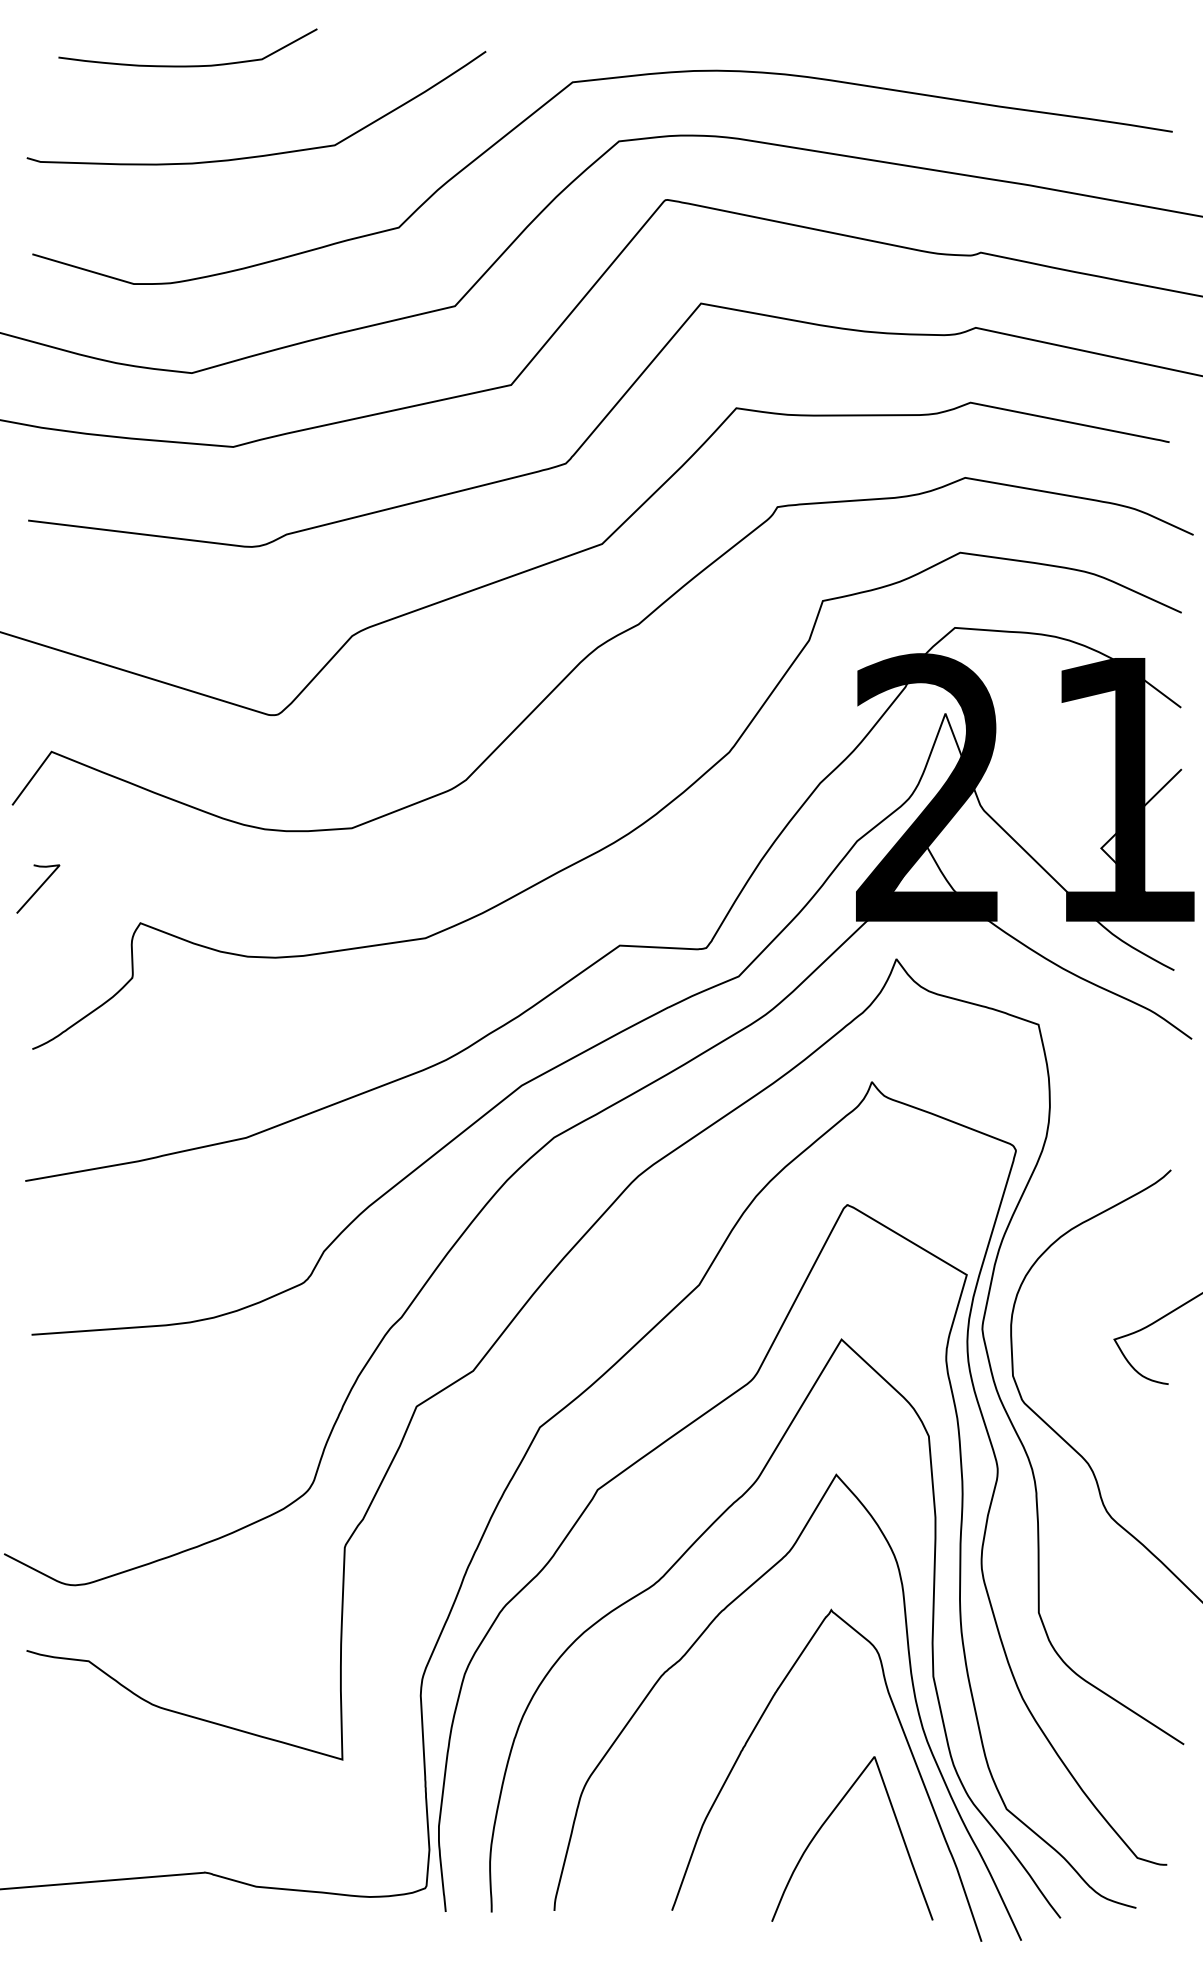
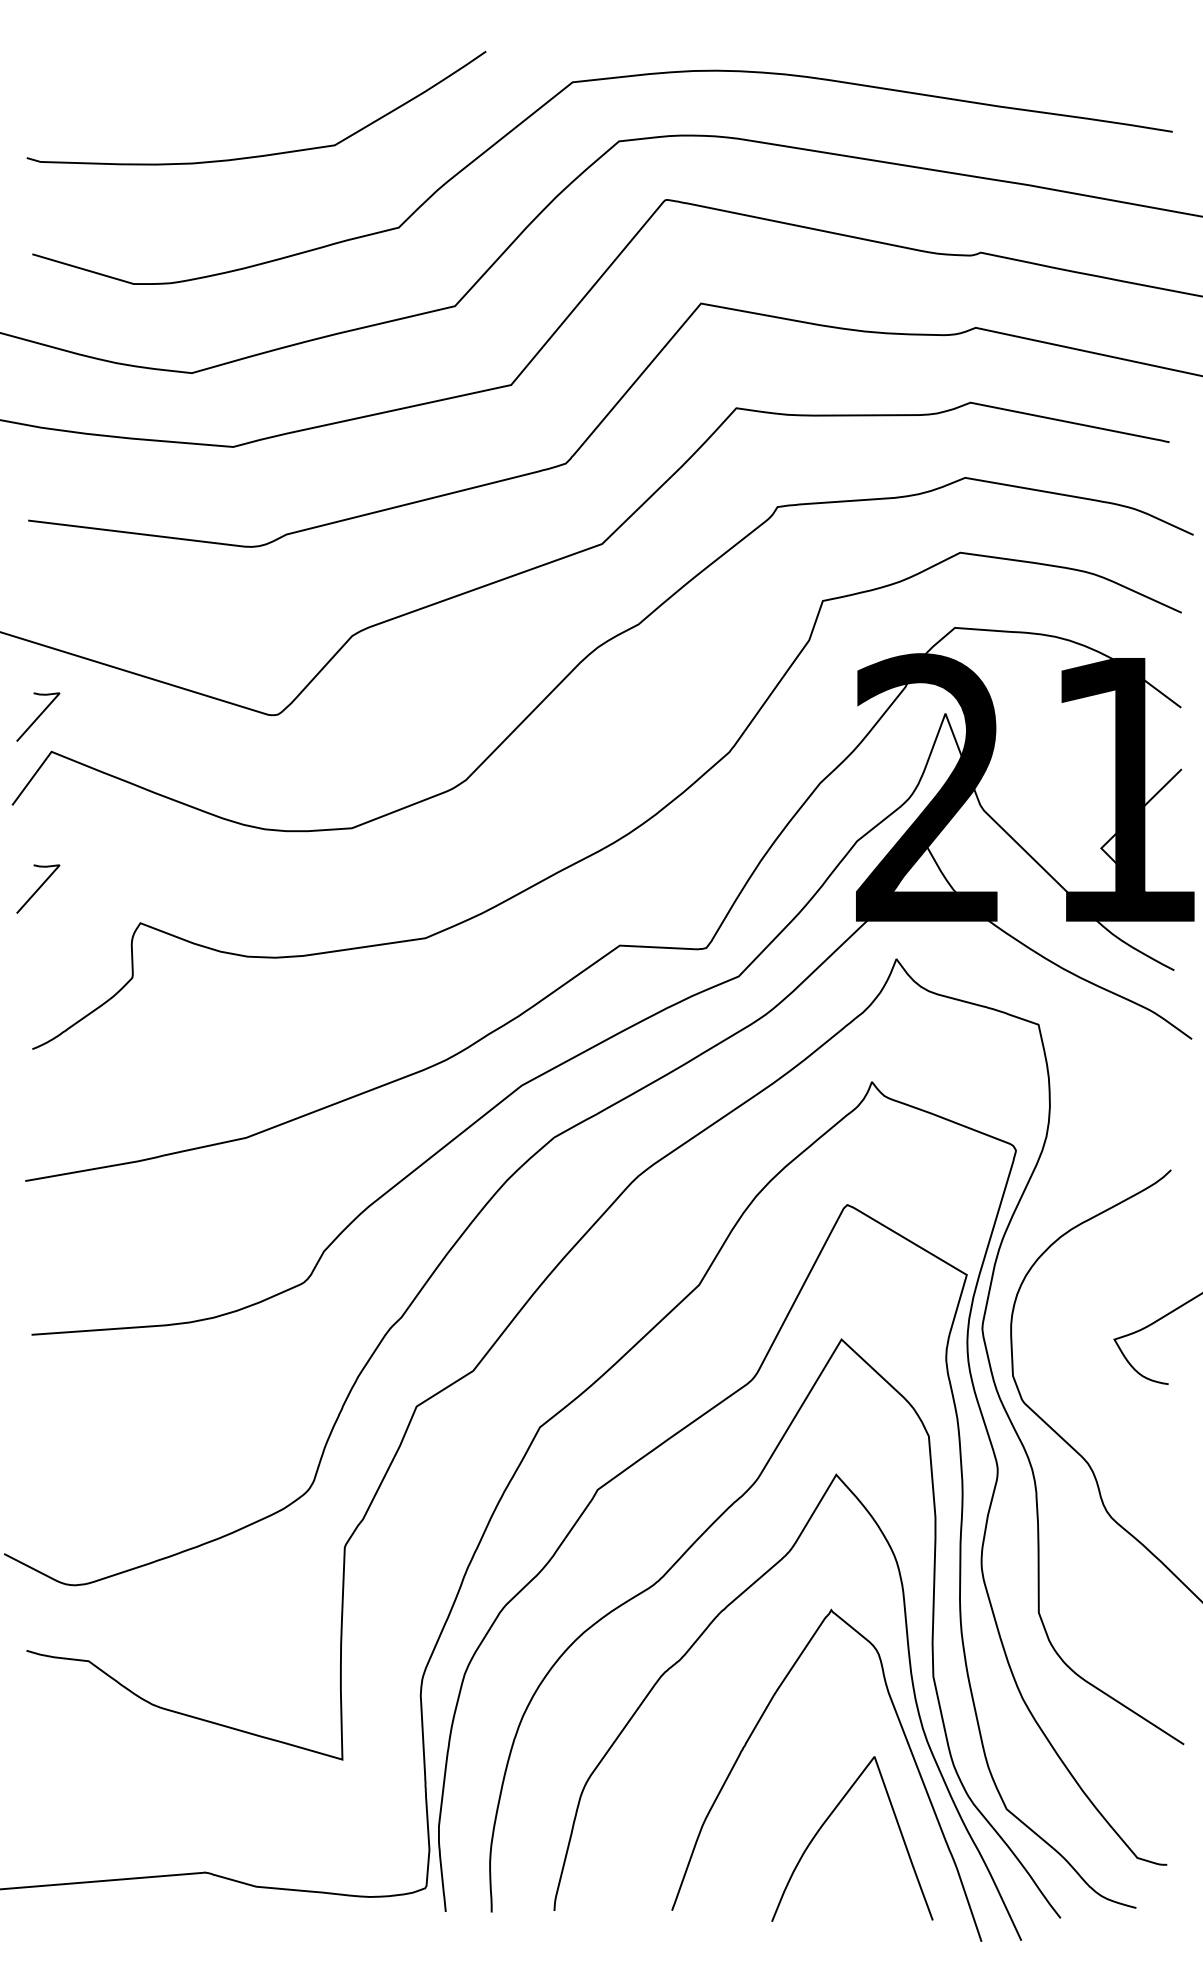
curve at (187, 65): present -> none
line at (38, 716): none -> present
